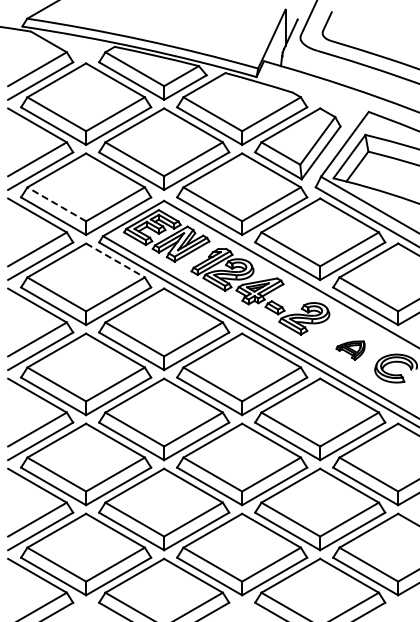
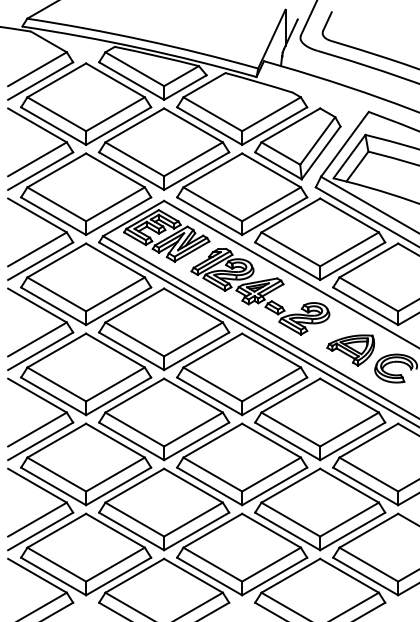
line at (56, 204): dashed -> solid
line at (115, 260): dashed -> solid
part at (350, 350) size: 31x21 px -> 49x33 px
